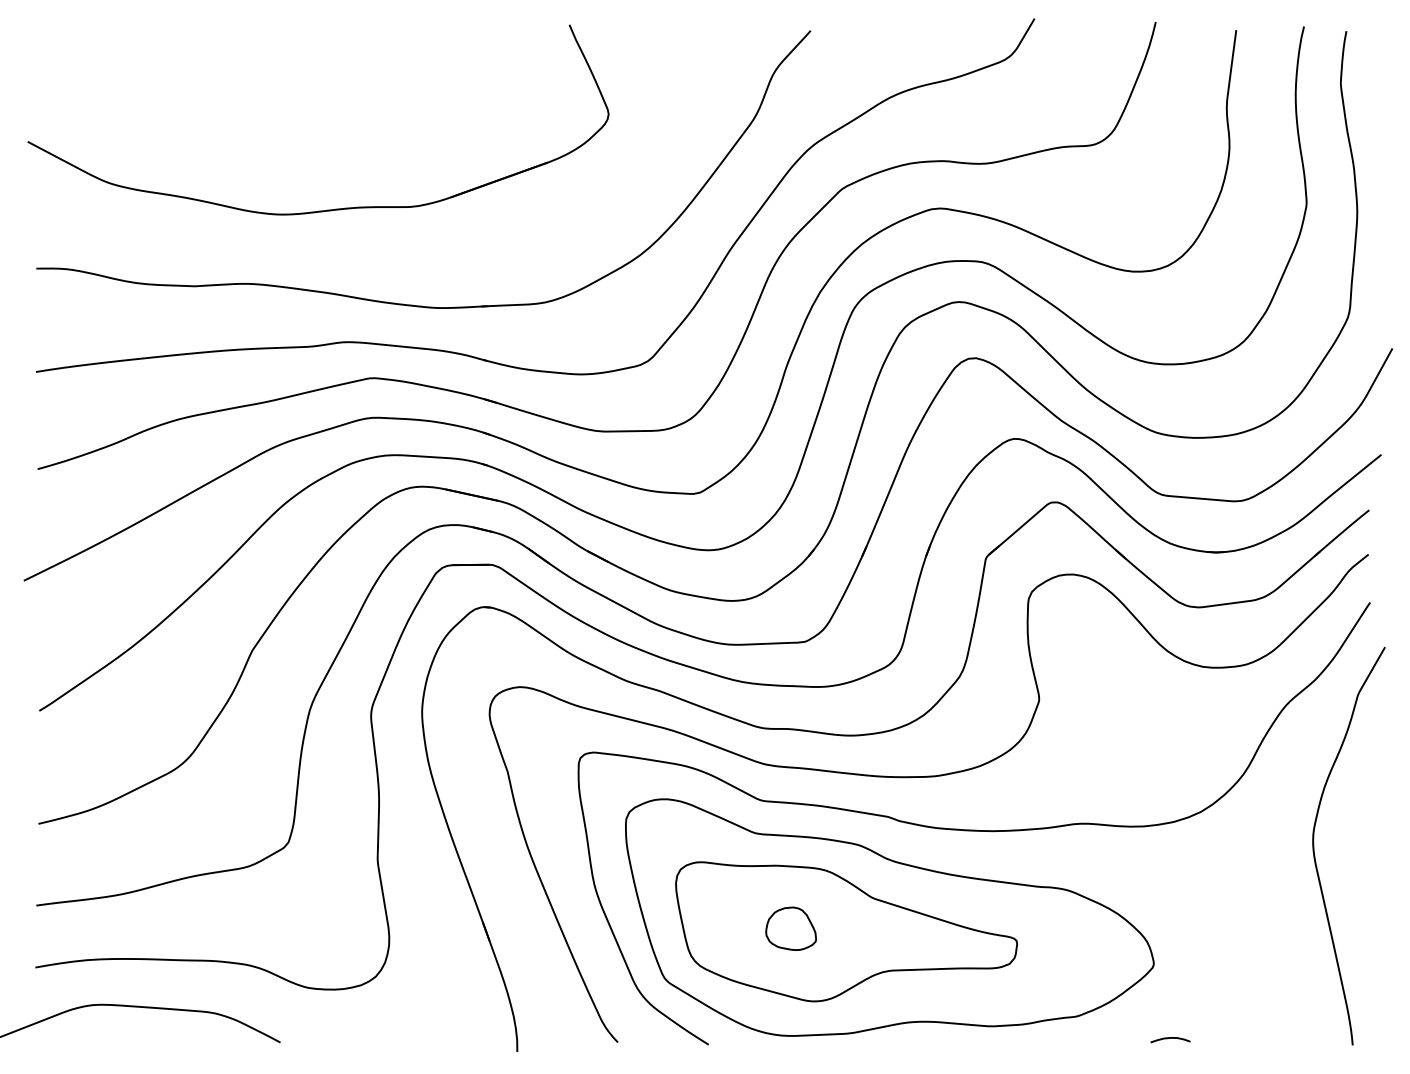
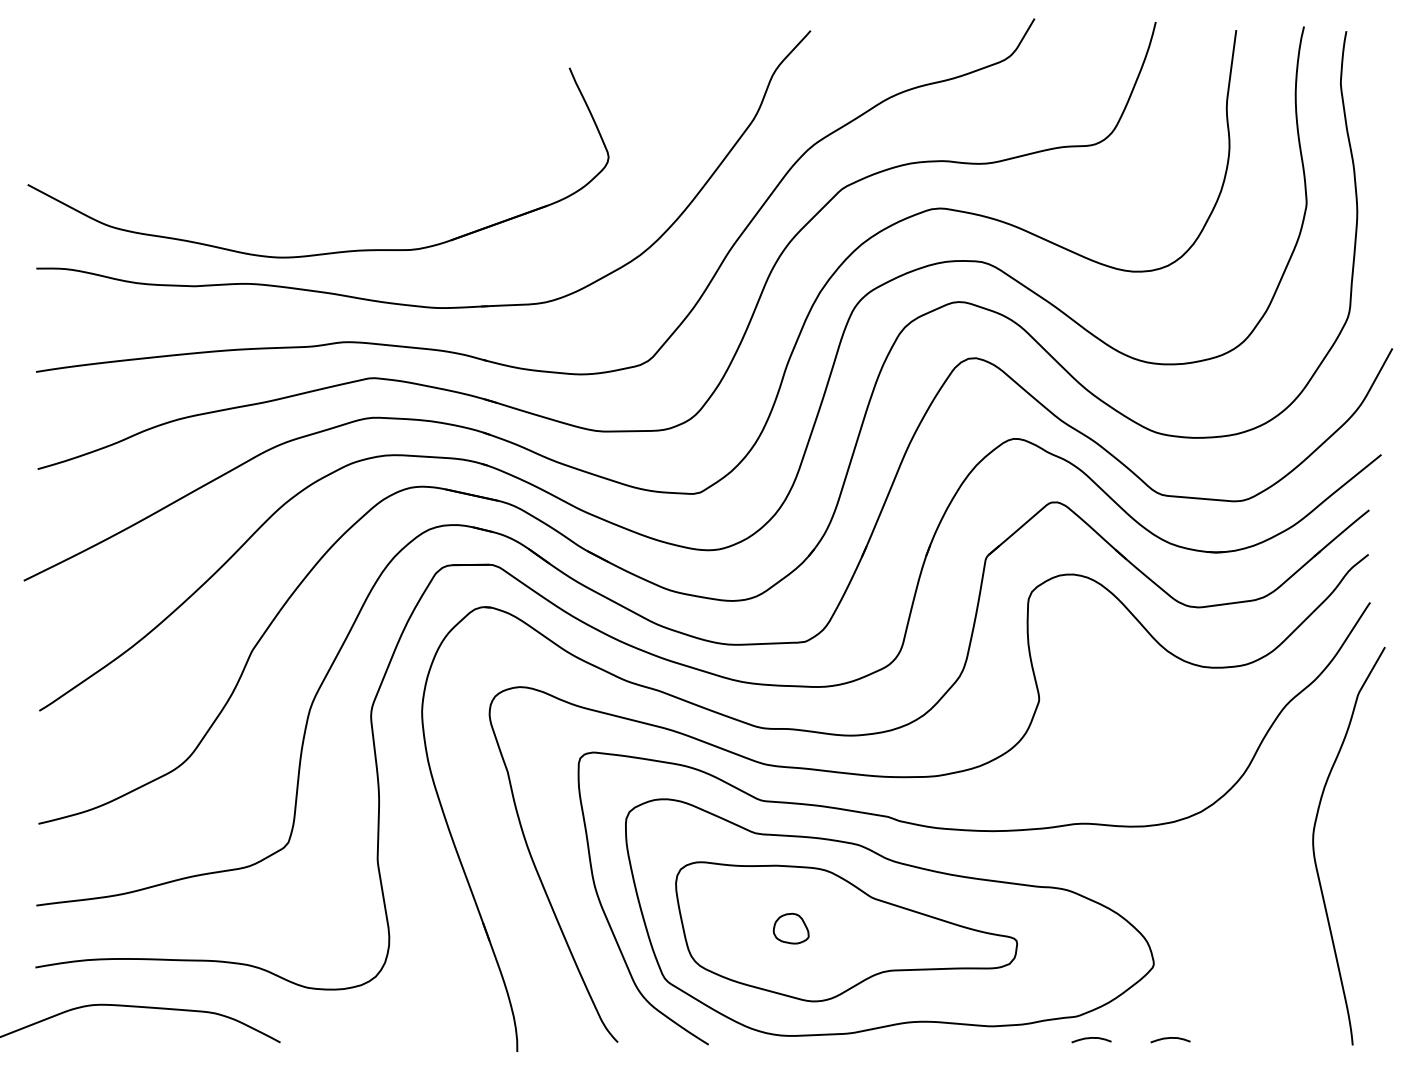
part at (327, 209) position: (327, 209) -> (327, 252)
part at (791, 928) size: 53x45 px -> 38x33 px
curve at (1091, 1038): none -> present
